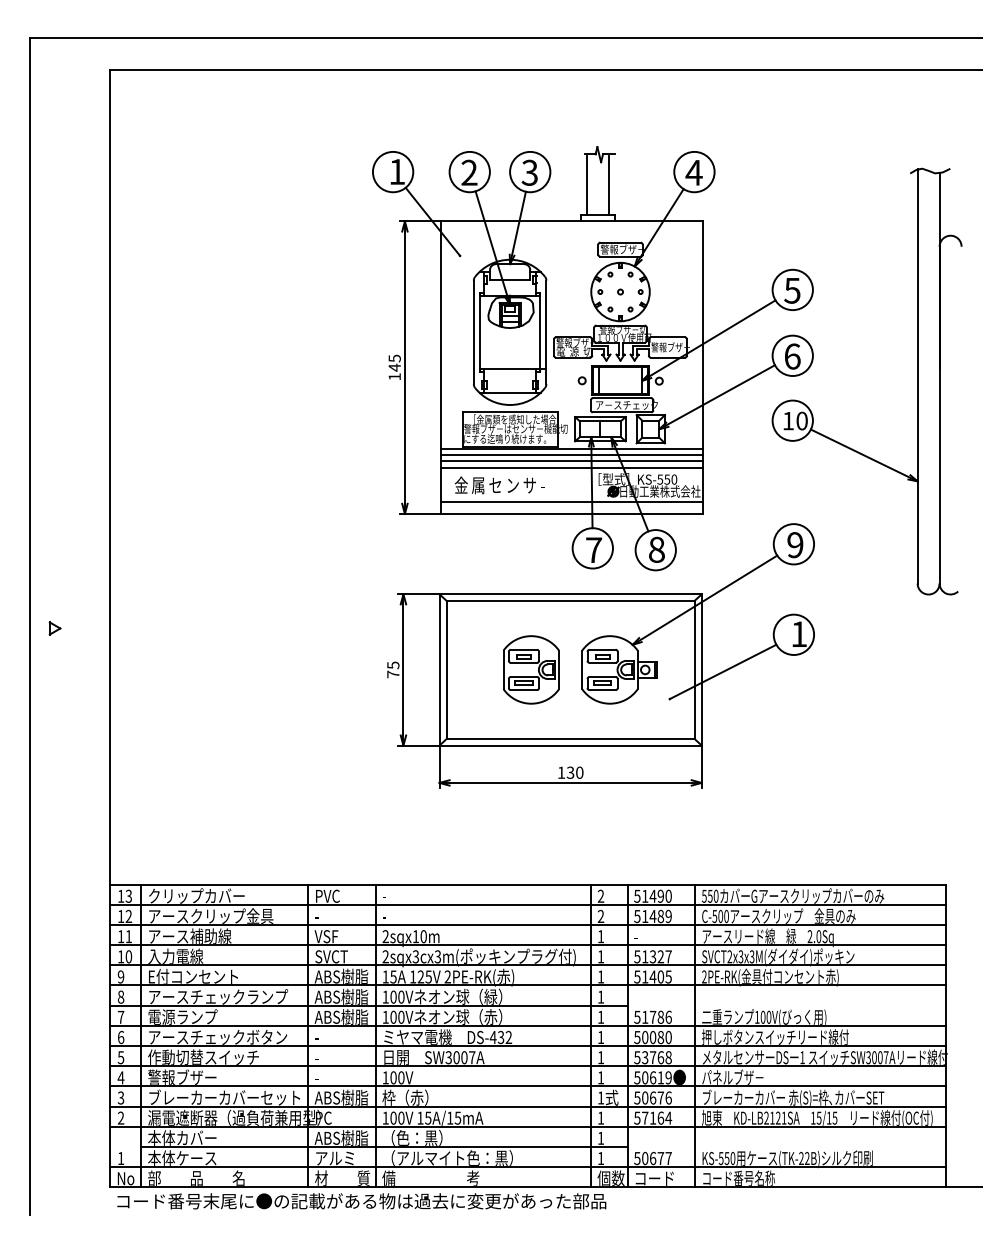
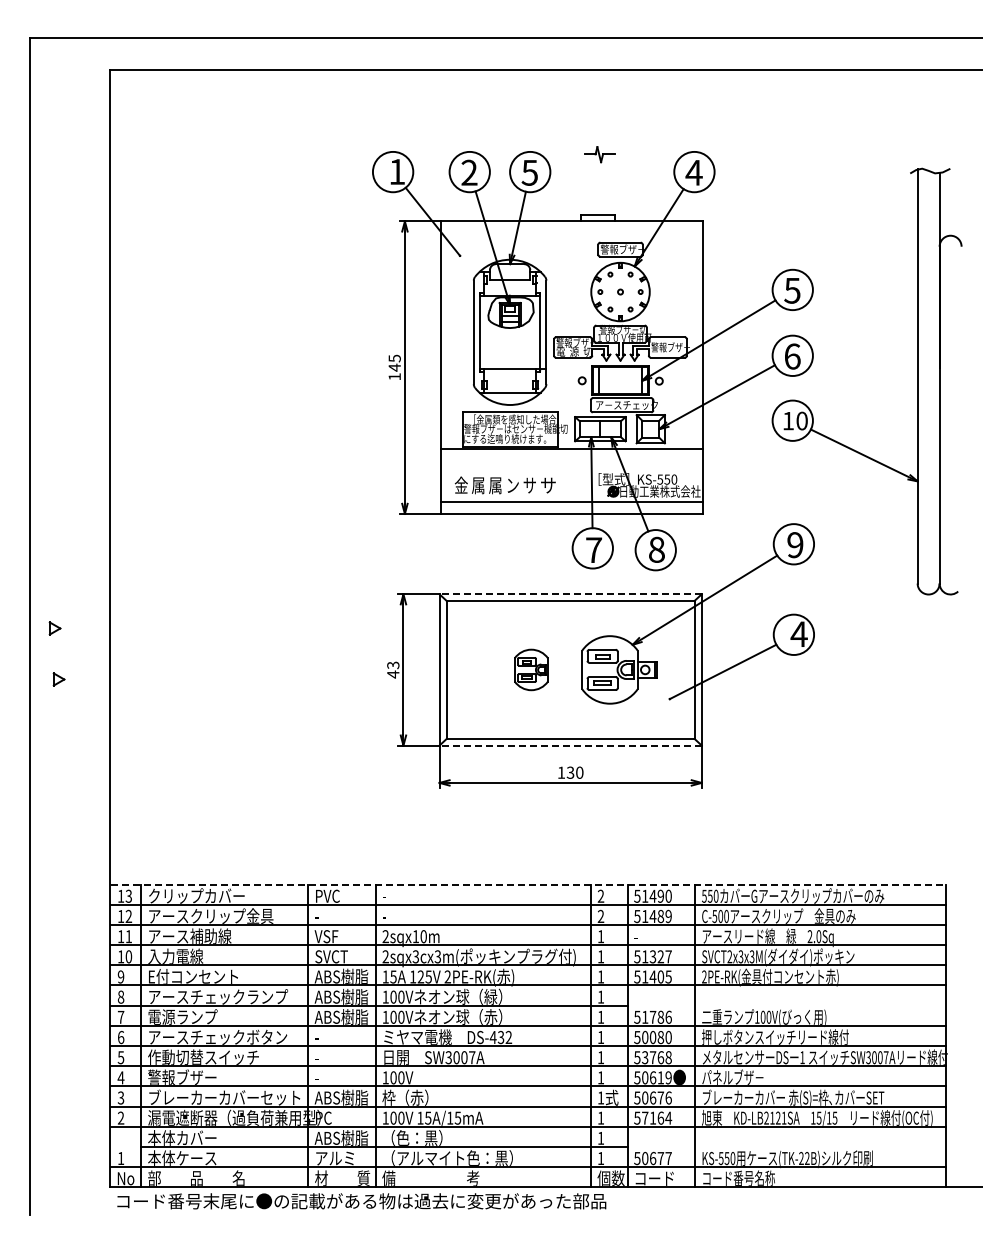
text at (529, 172): 3 -> 5
line at (587, 185): present -> none
line at (609, 185): present -> none
line at (572, 455): present -> none
line at (572, 461): present -> none
line at (572, 467): present -> none
text at (495, 485): セ -> 属
text at (548, 485): - -> サ
line at (570, 594): solid -> dashed
text at (798, 633): 1 -> 4
text at (393, 669): 75 -> 43
part at (531, 669) size: 57x70 px -> 35x44 px
part at (58, 679): none -> present
line at (570, 745): solid -> dashed
line at (528, 884): solid -> dashed
